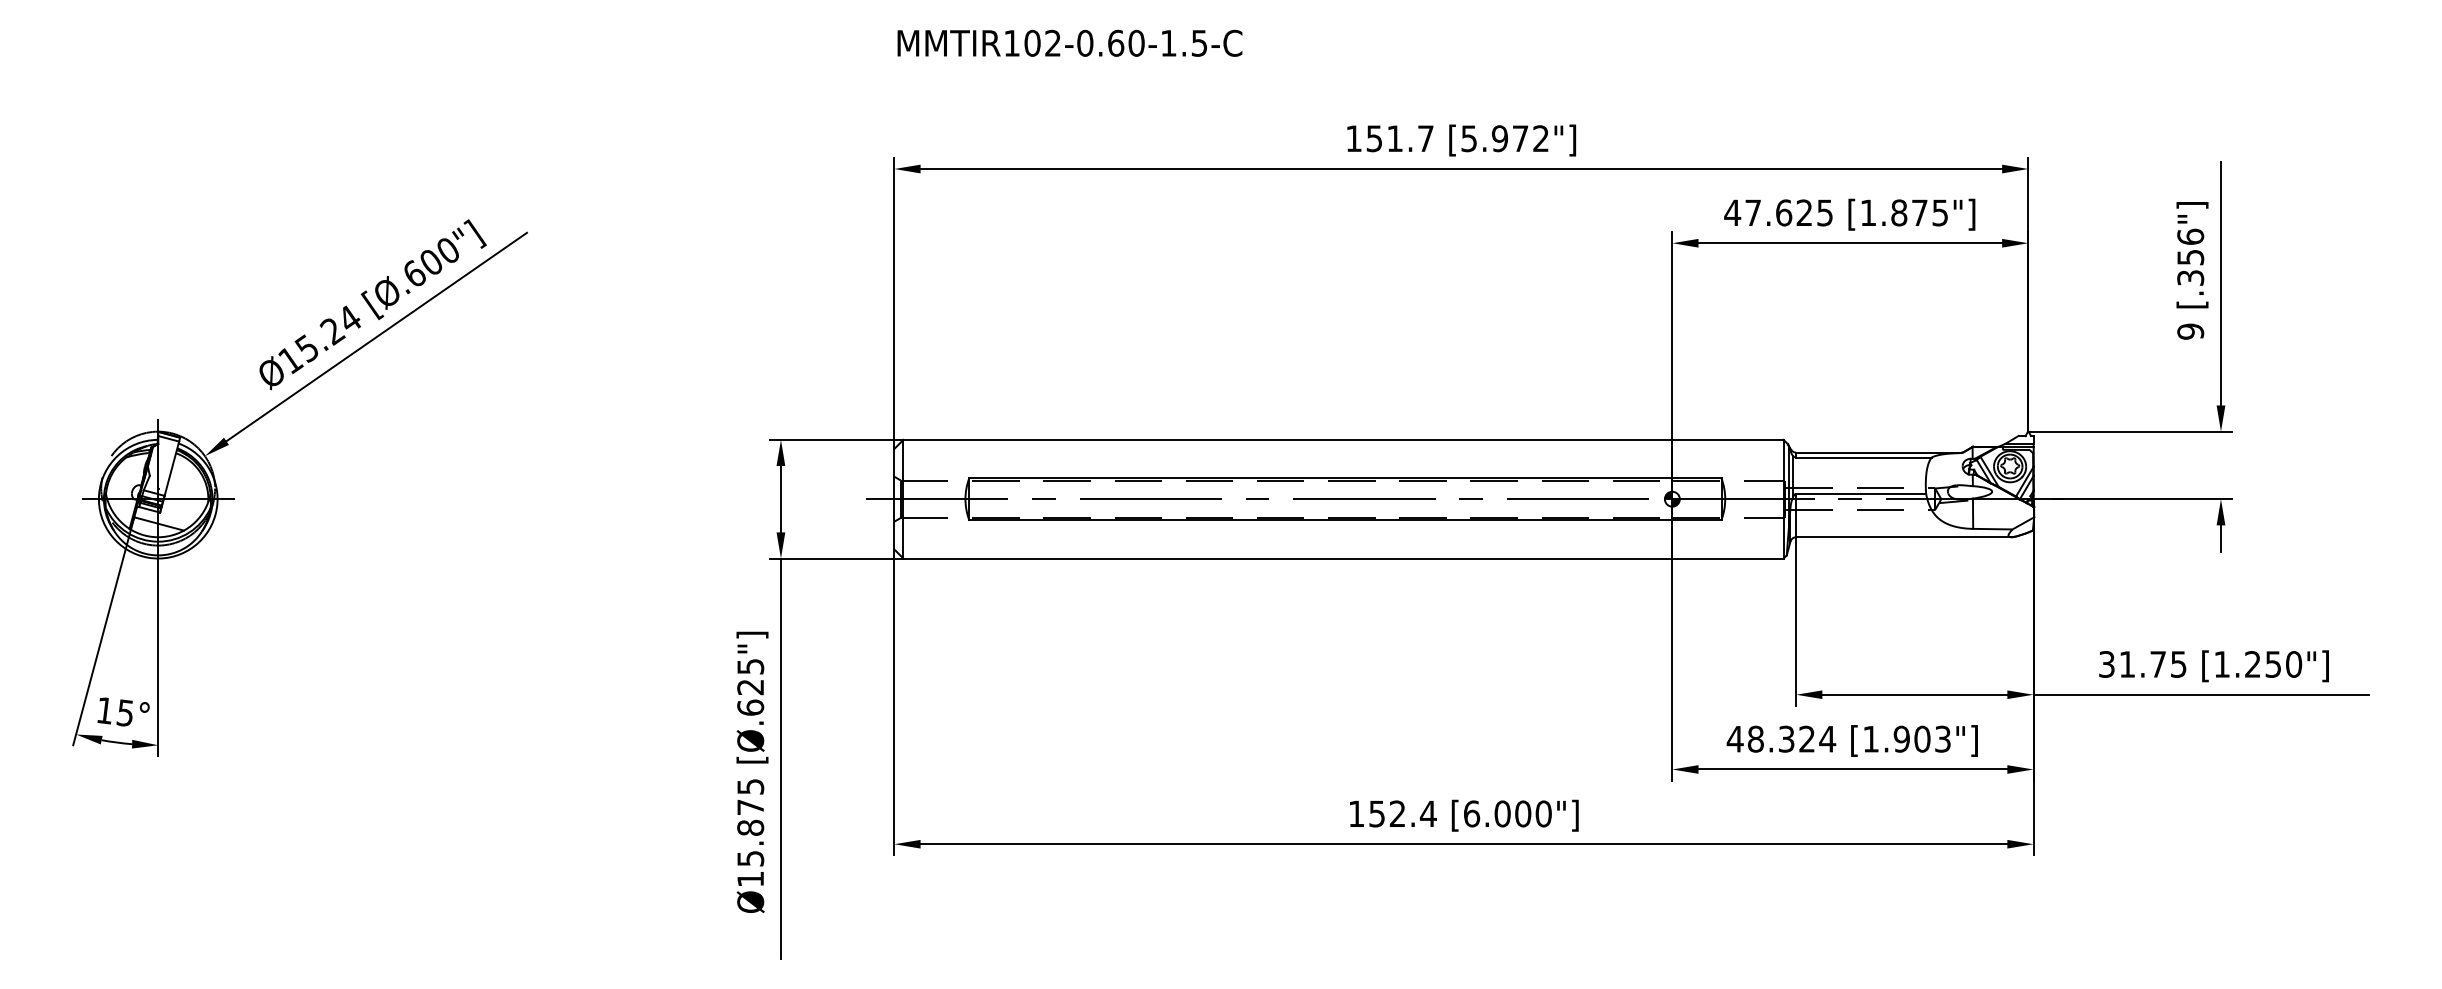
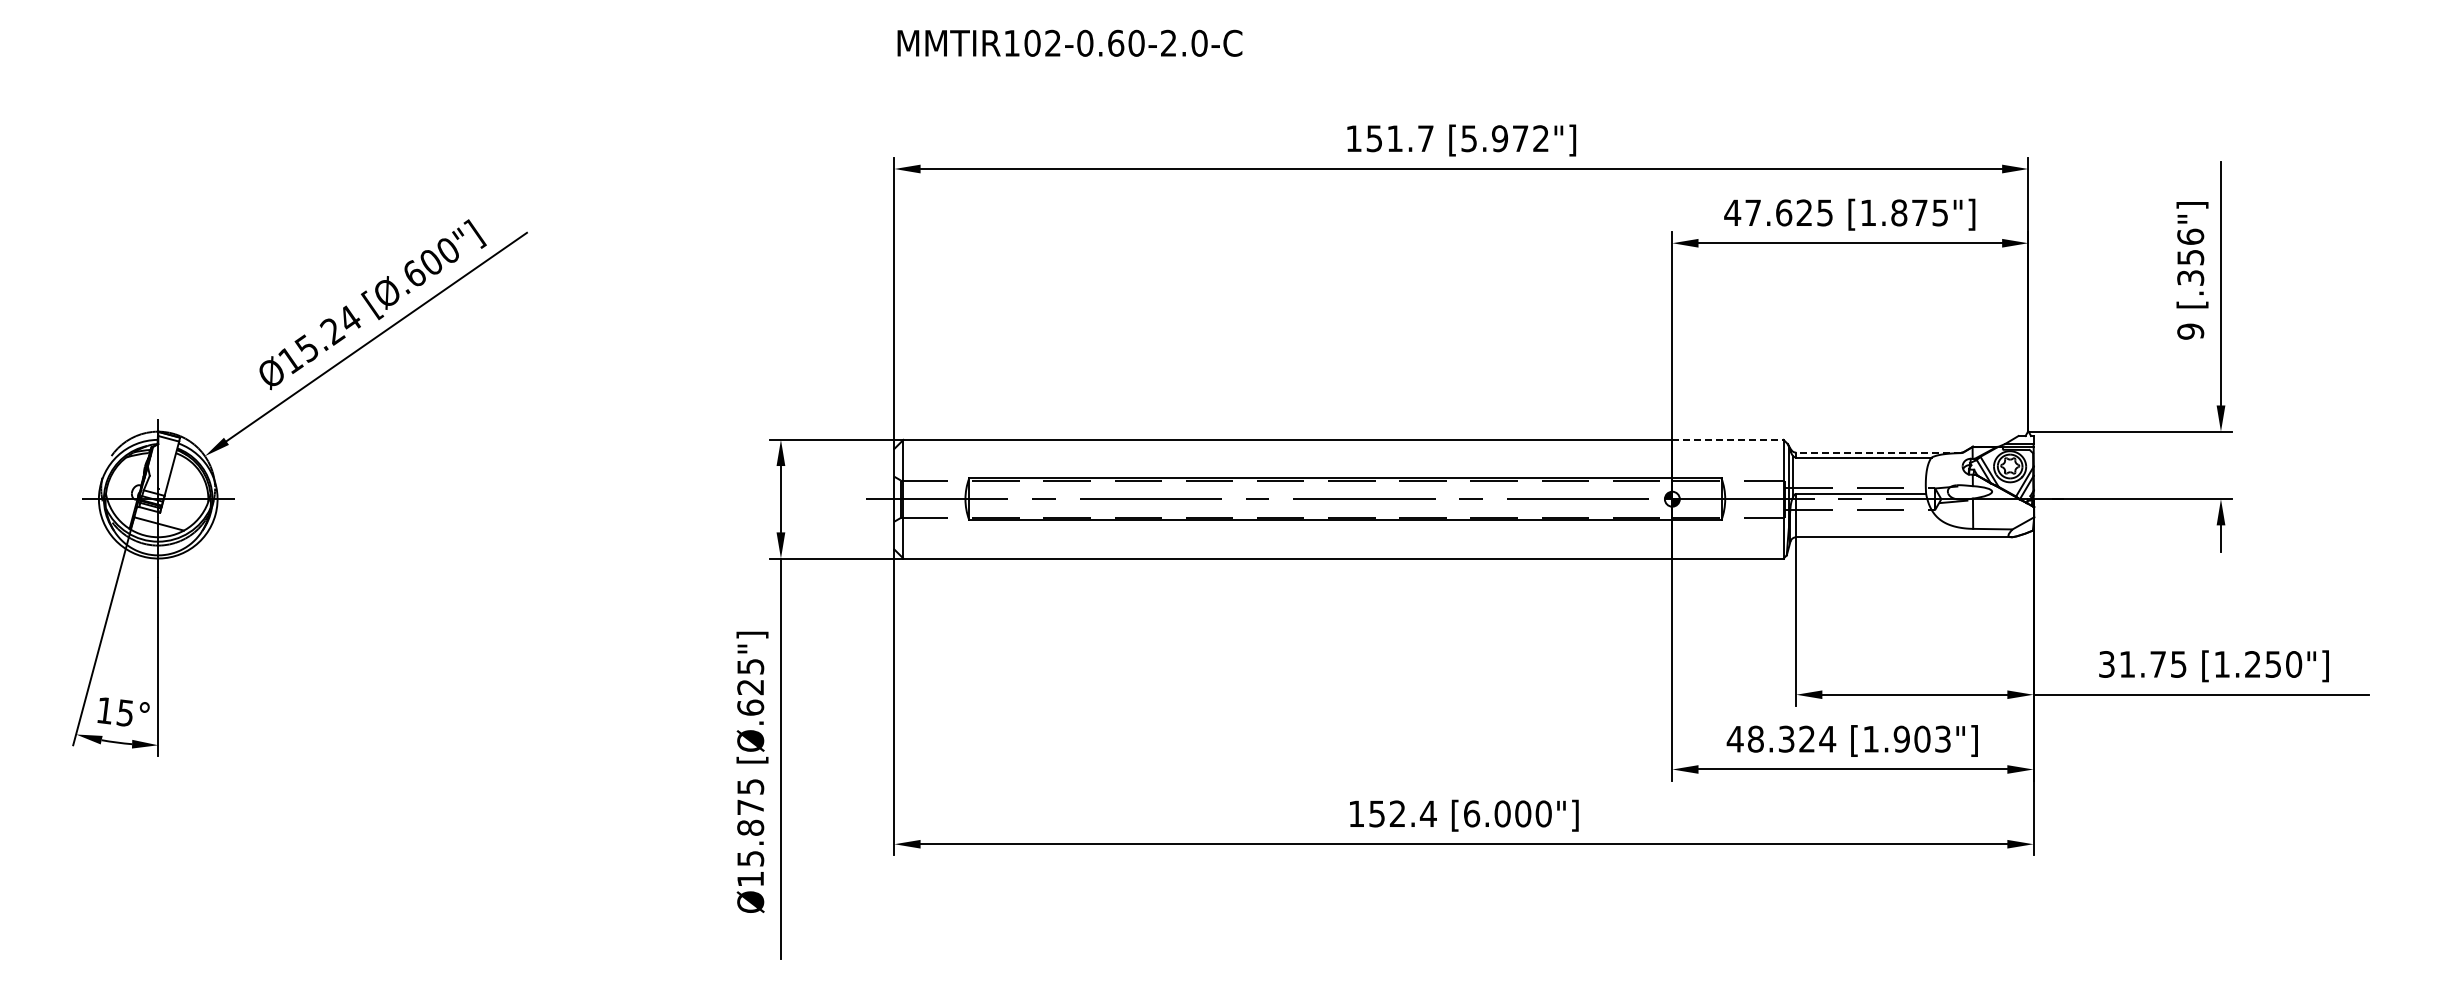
text at (1184, 42): MMTIR102-0.60-1.5-C -> MMTIR102-0.60-2.0-C
line at (1727, 439): solid -> dashed
line at (1878, 452): solid -> dashed
